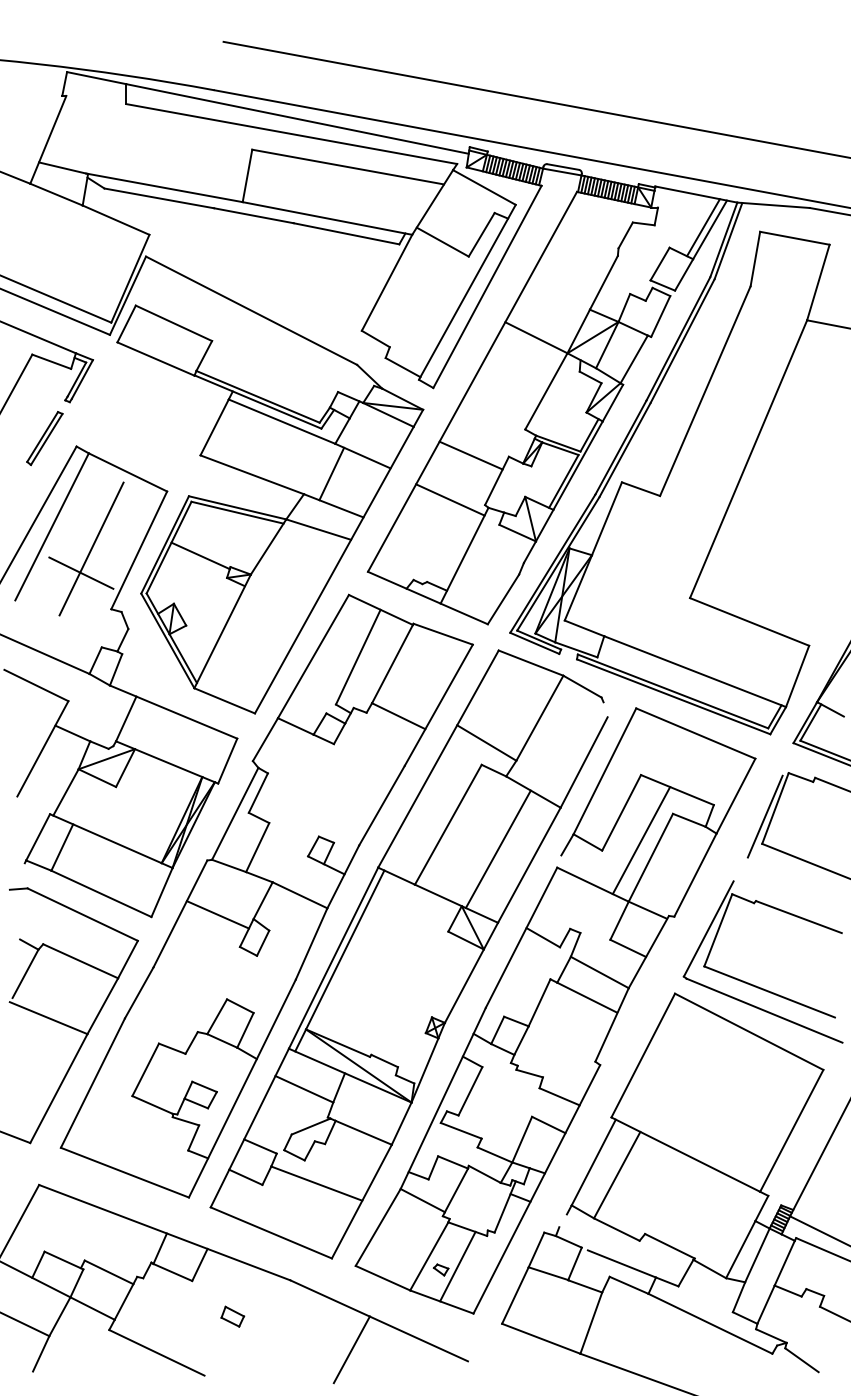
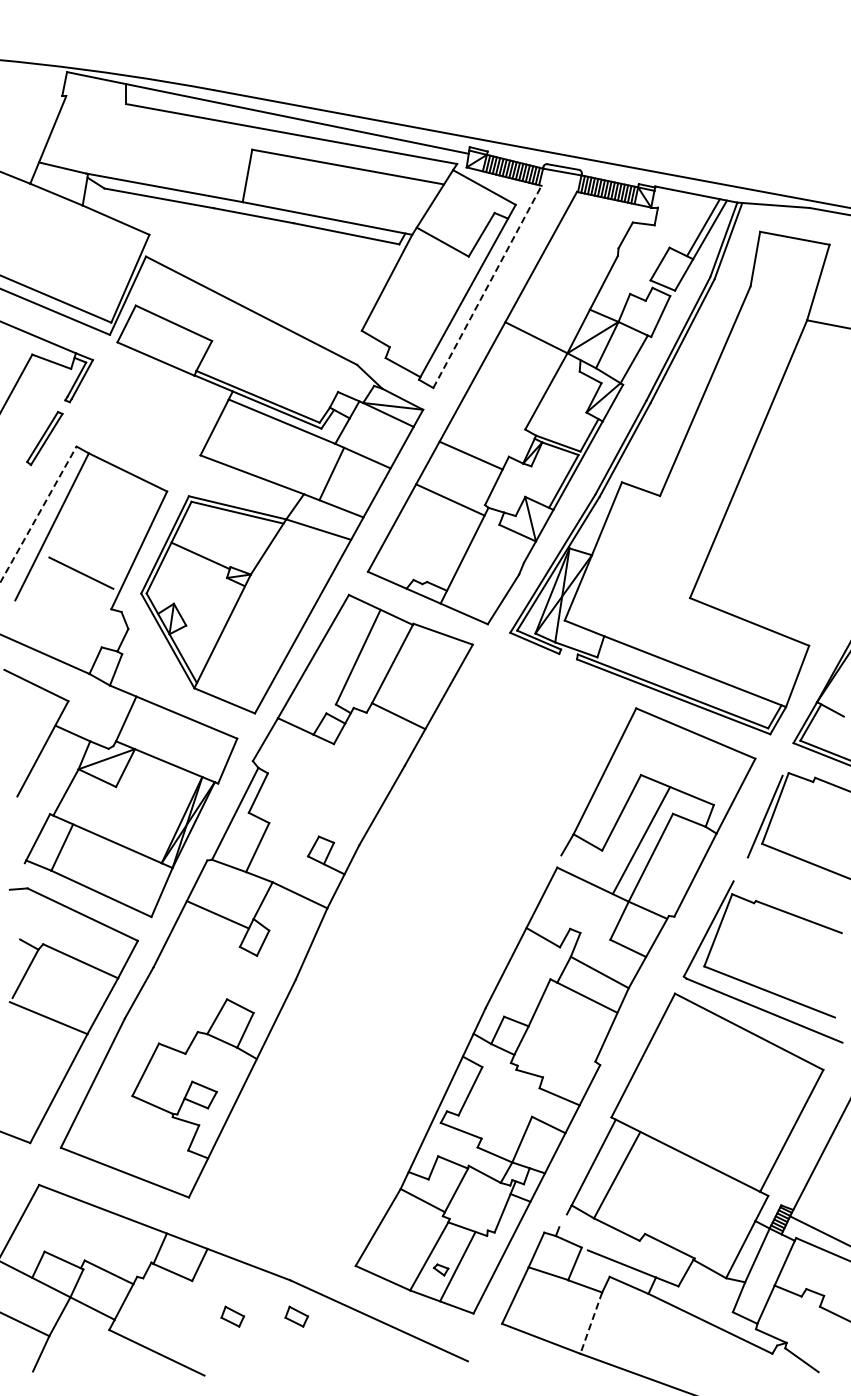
line at (535, 99): present -> none
line at (487, 286): solid -> dashed
line at (38, 514): solid -> dashed
line at (91, 548): present -> none
part at (408, 954): present -> none
part at (296, 1316): none -> present
line at (591, 1323): solid -> dashed
line at (351, 1349): present -> none
